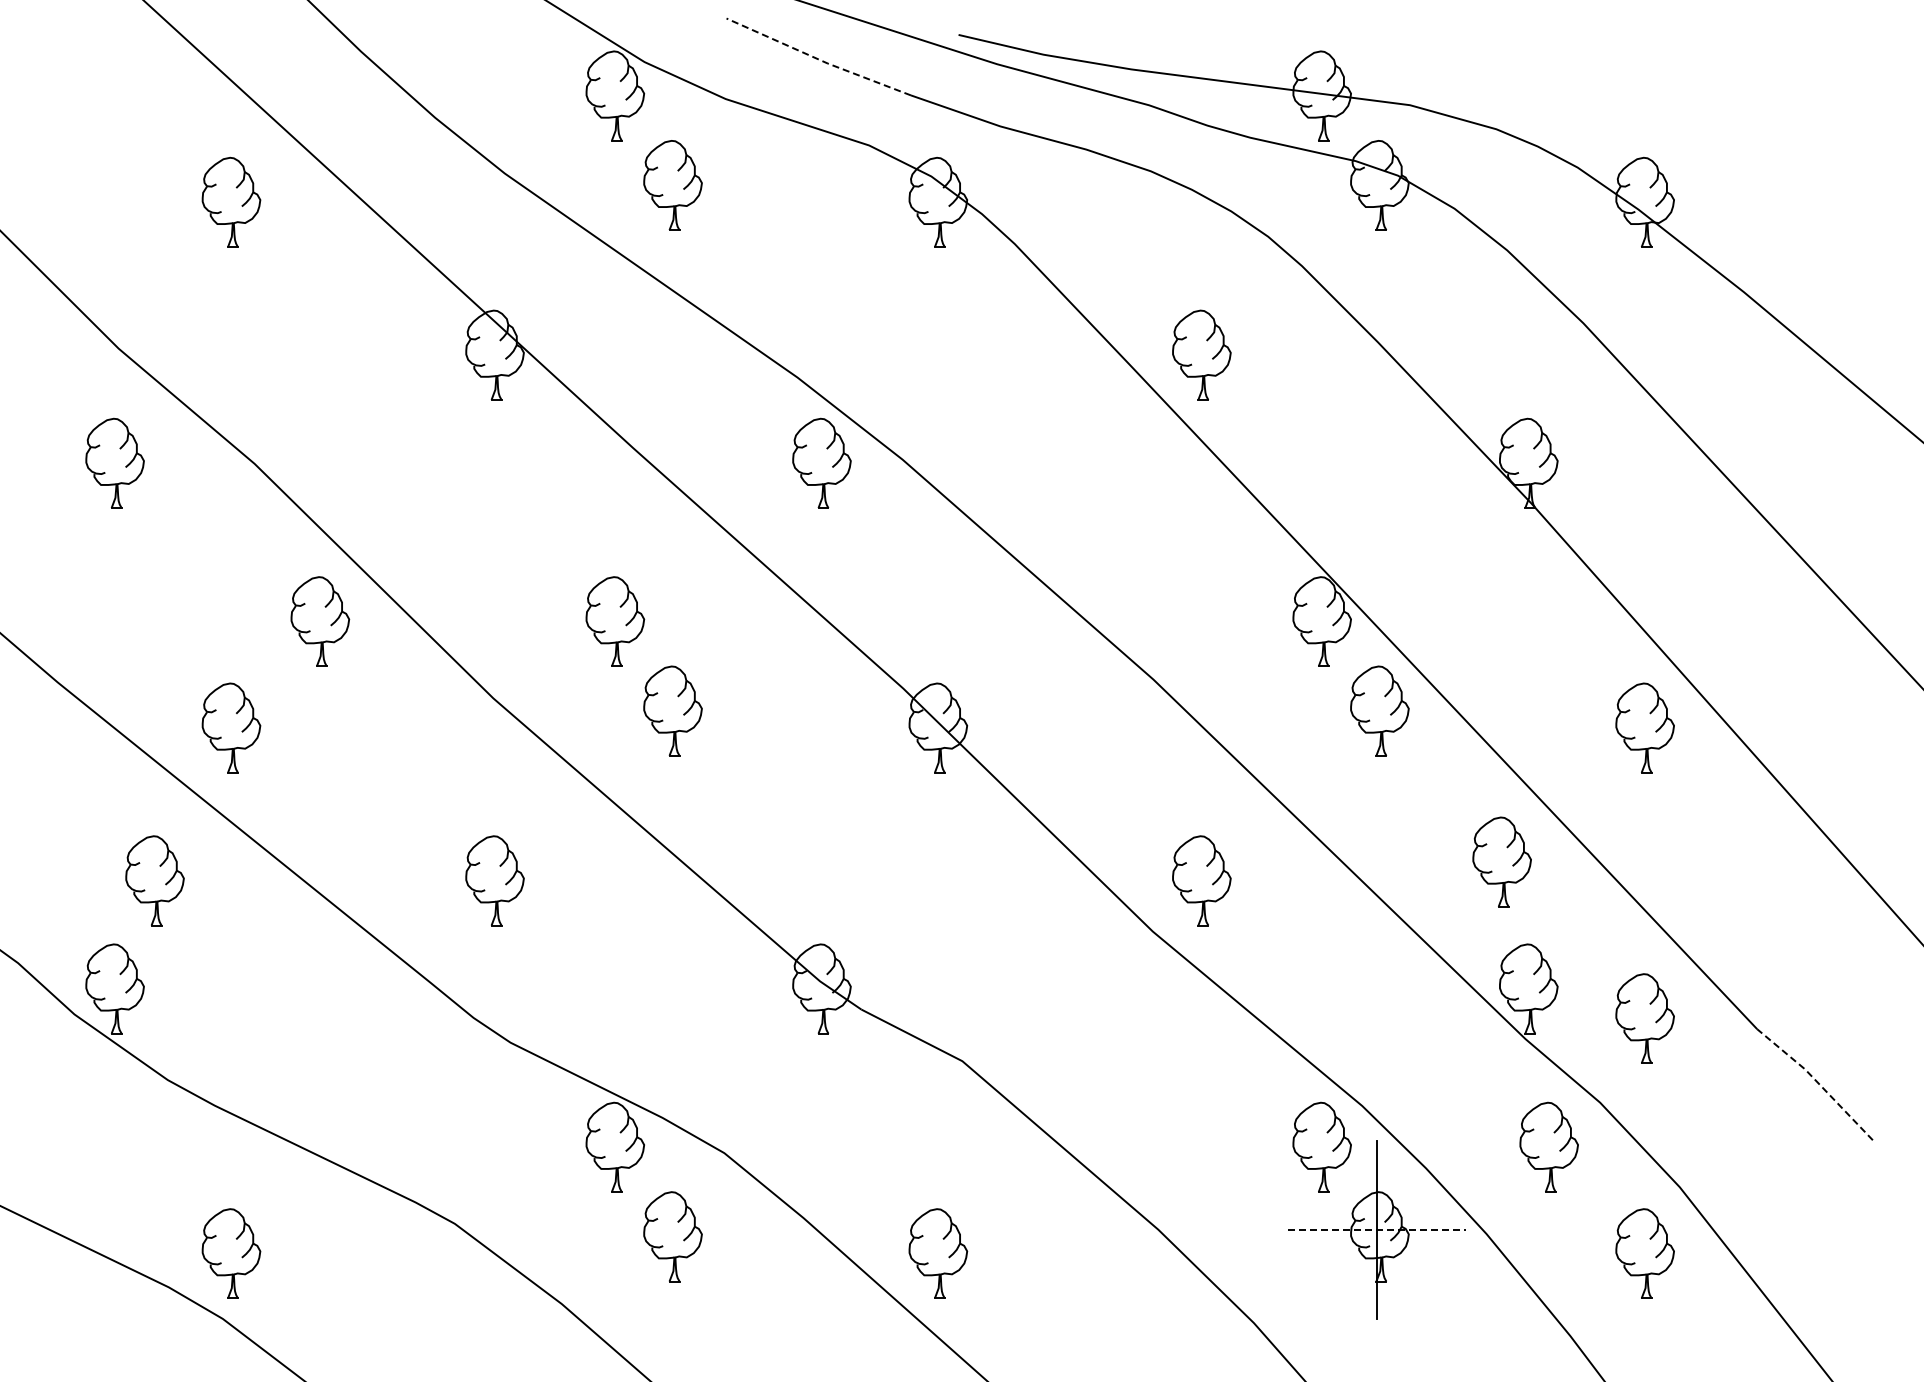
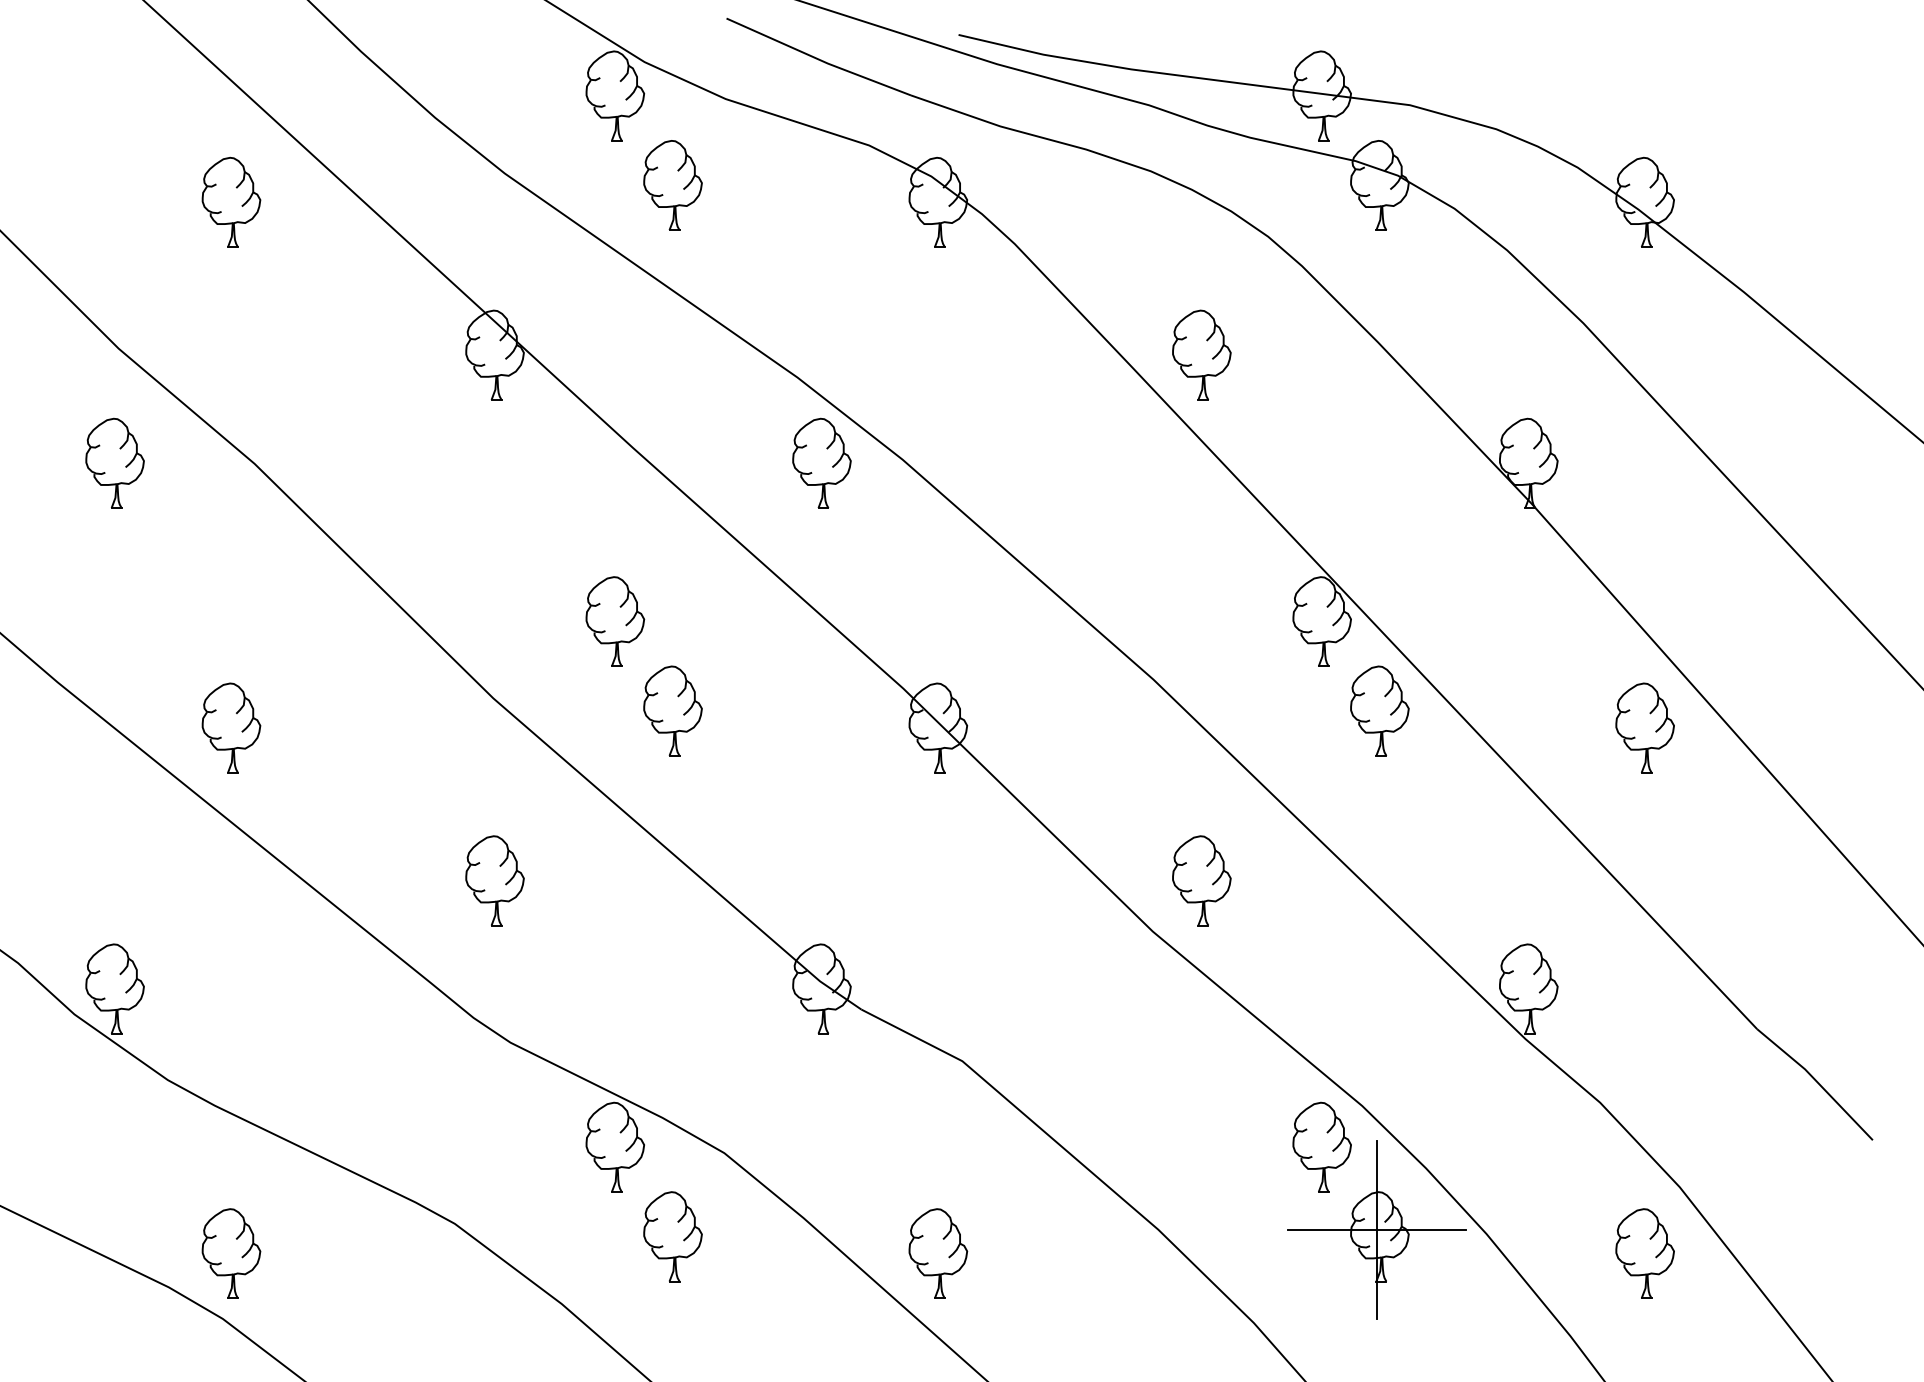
line at (817, 59): dashed -> solid
part at (320, 621): present -> none
part at (1501, 861): present -> none
part at (154, 880): present -> none
part at (1644, 1018): present -> none
line at (1816, 1081): dashed -> solid
part at (1548, 1146): present -> none
line at (1377, 1229): dashed -> solid
